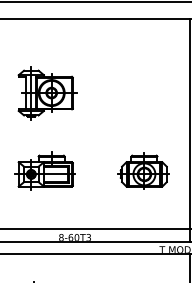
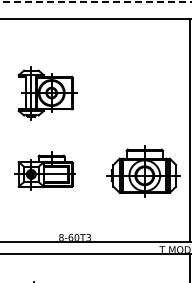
line at (96, 1): solid -> dashed
part at (143, 170) size: 53x38 px -> 75x53 px
line at (95, 229): present -> none
